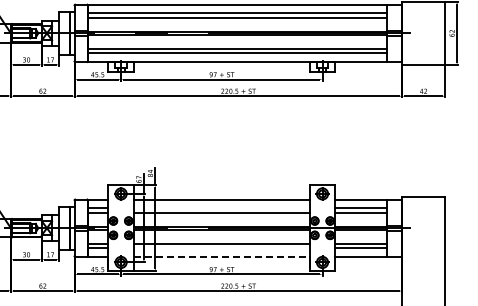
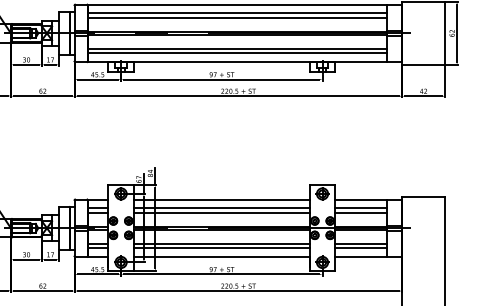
line at (221, 208): none -> present
line at (221, 248): none -> present
line at (221, 256): dashed -> solid
